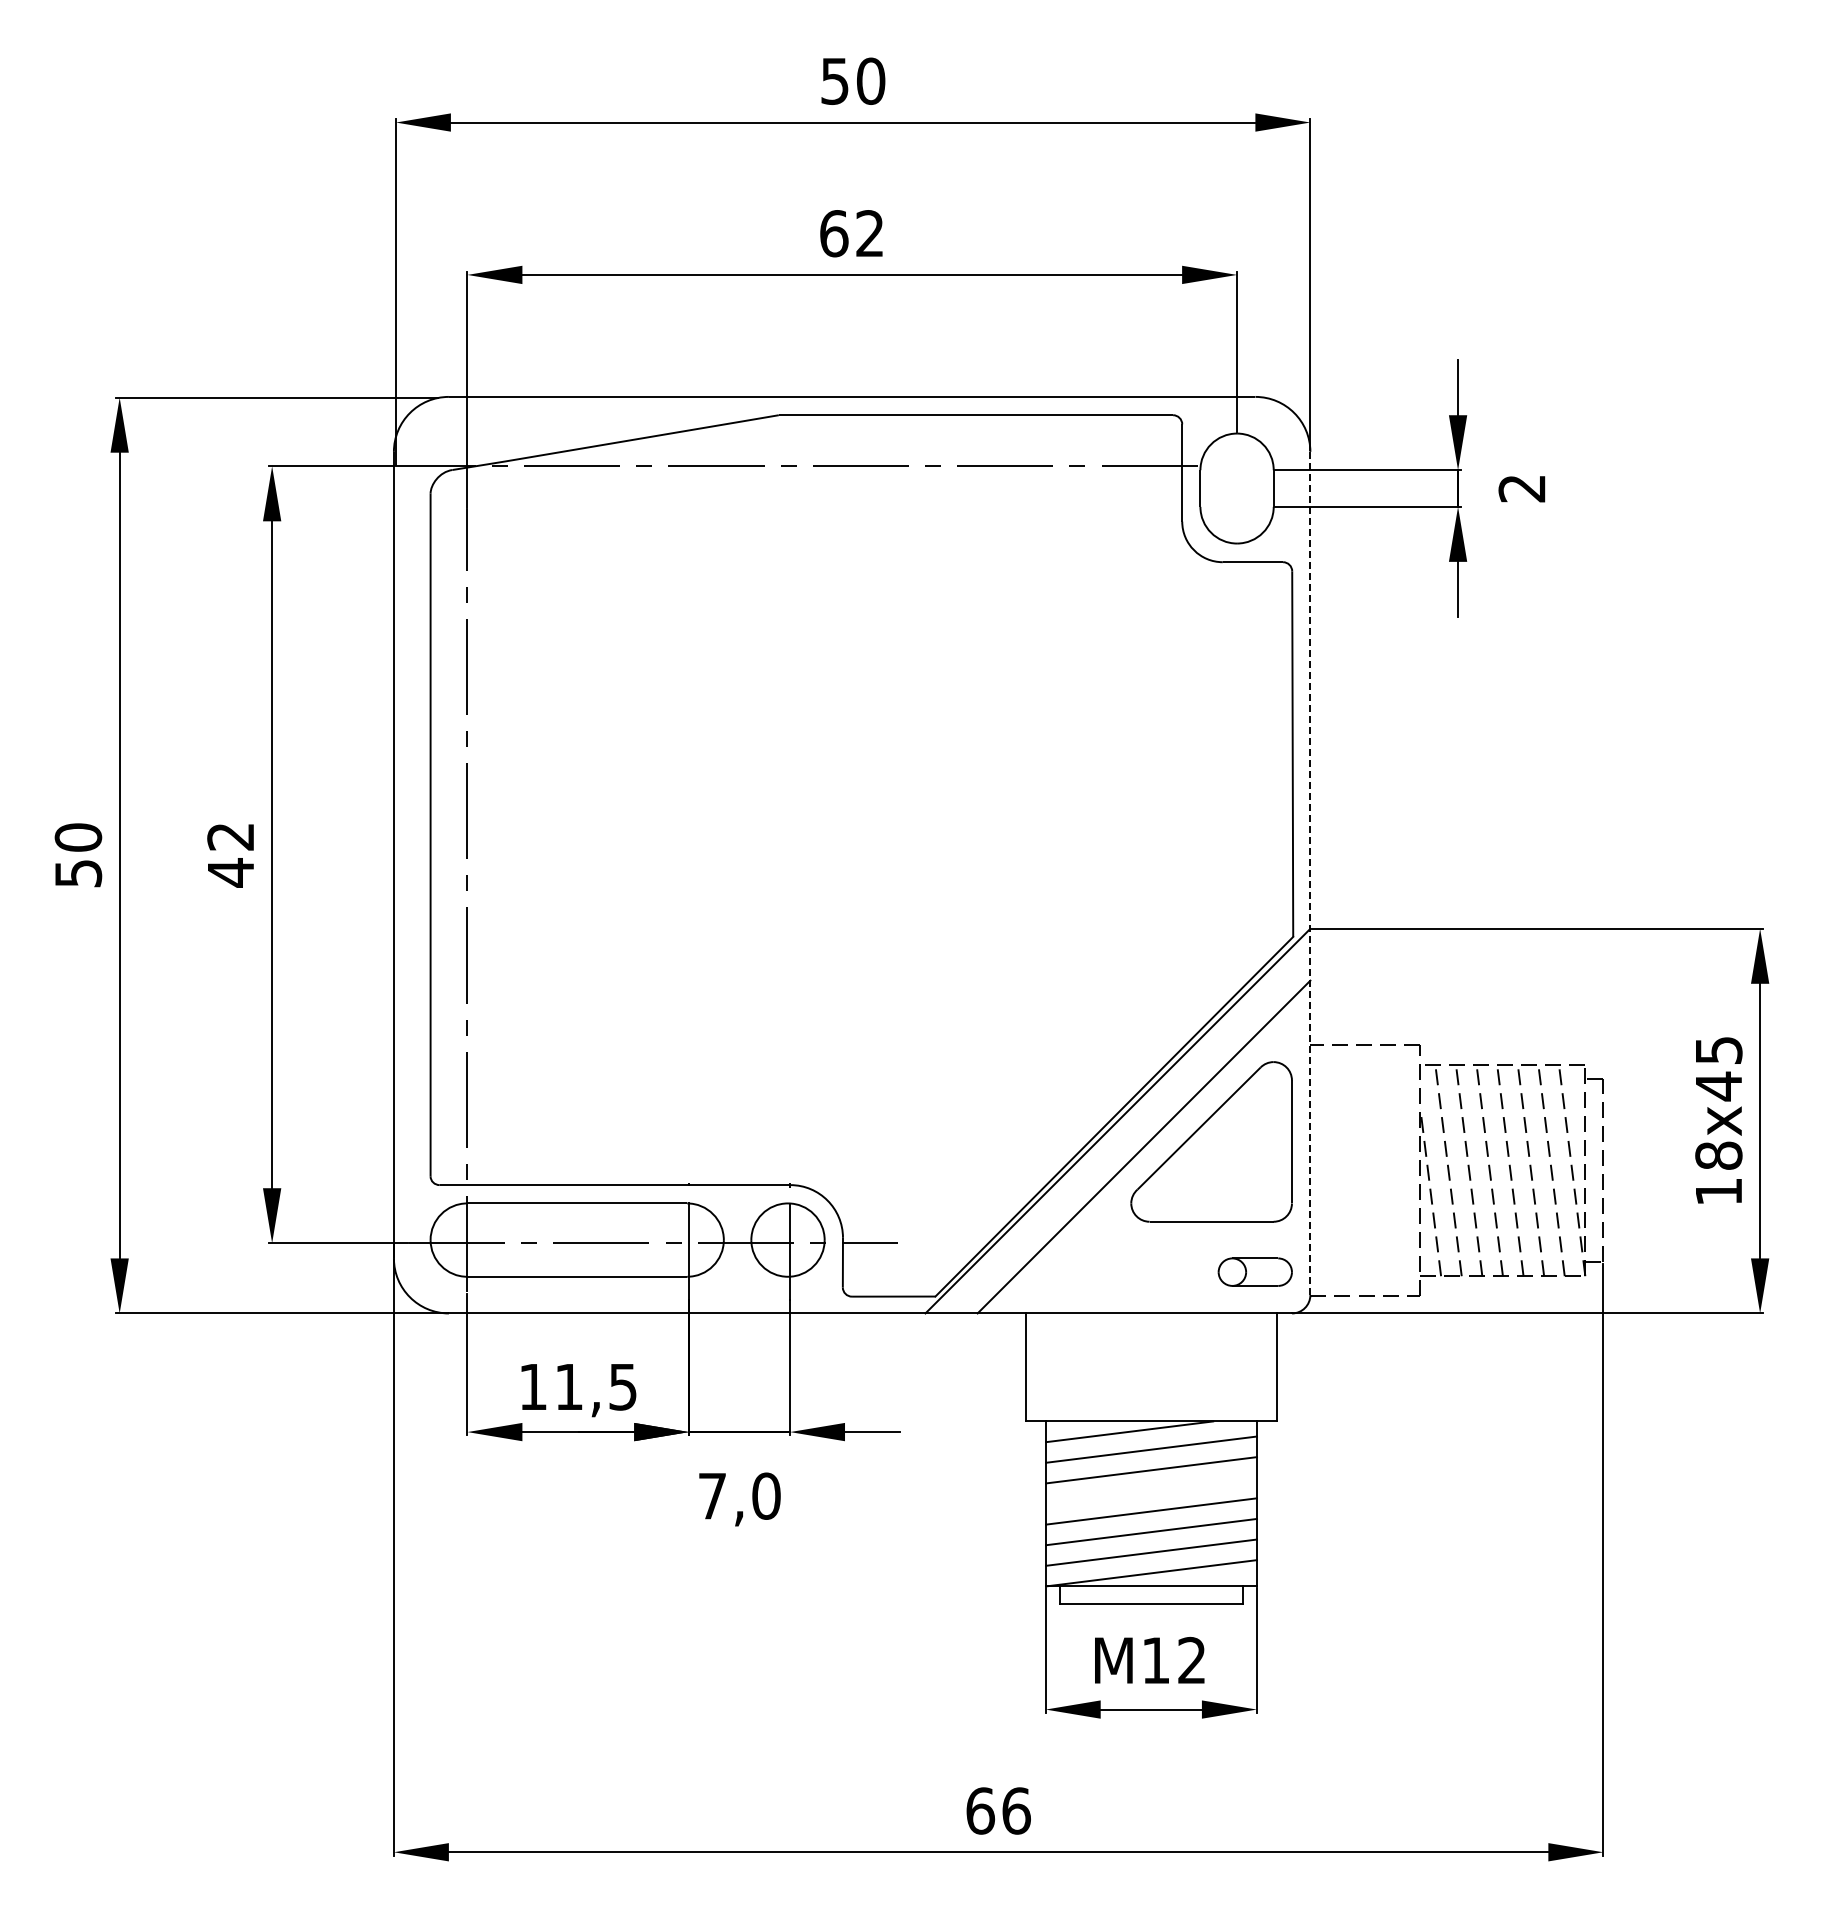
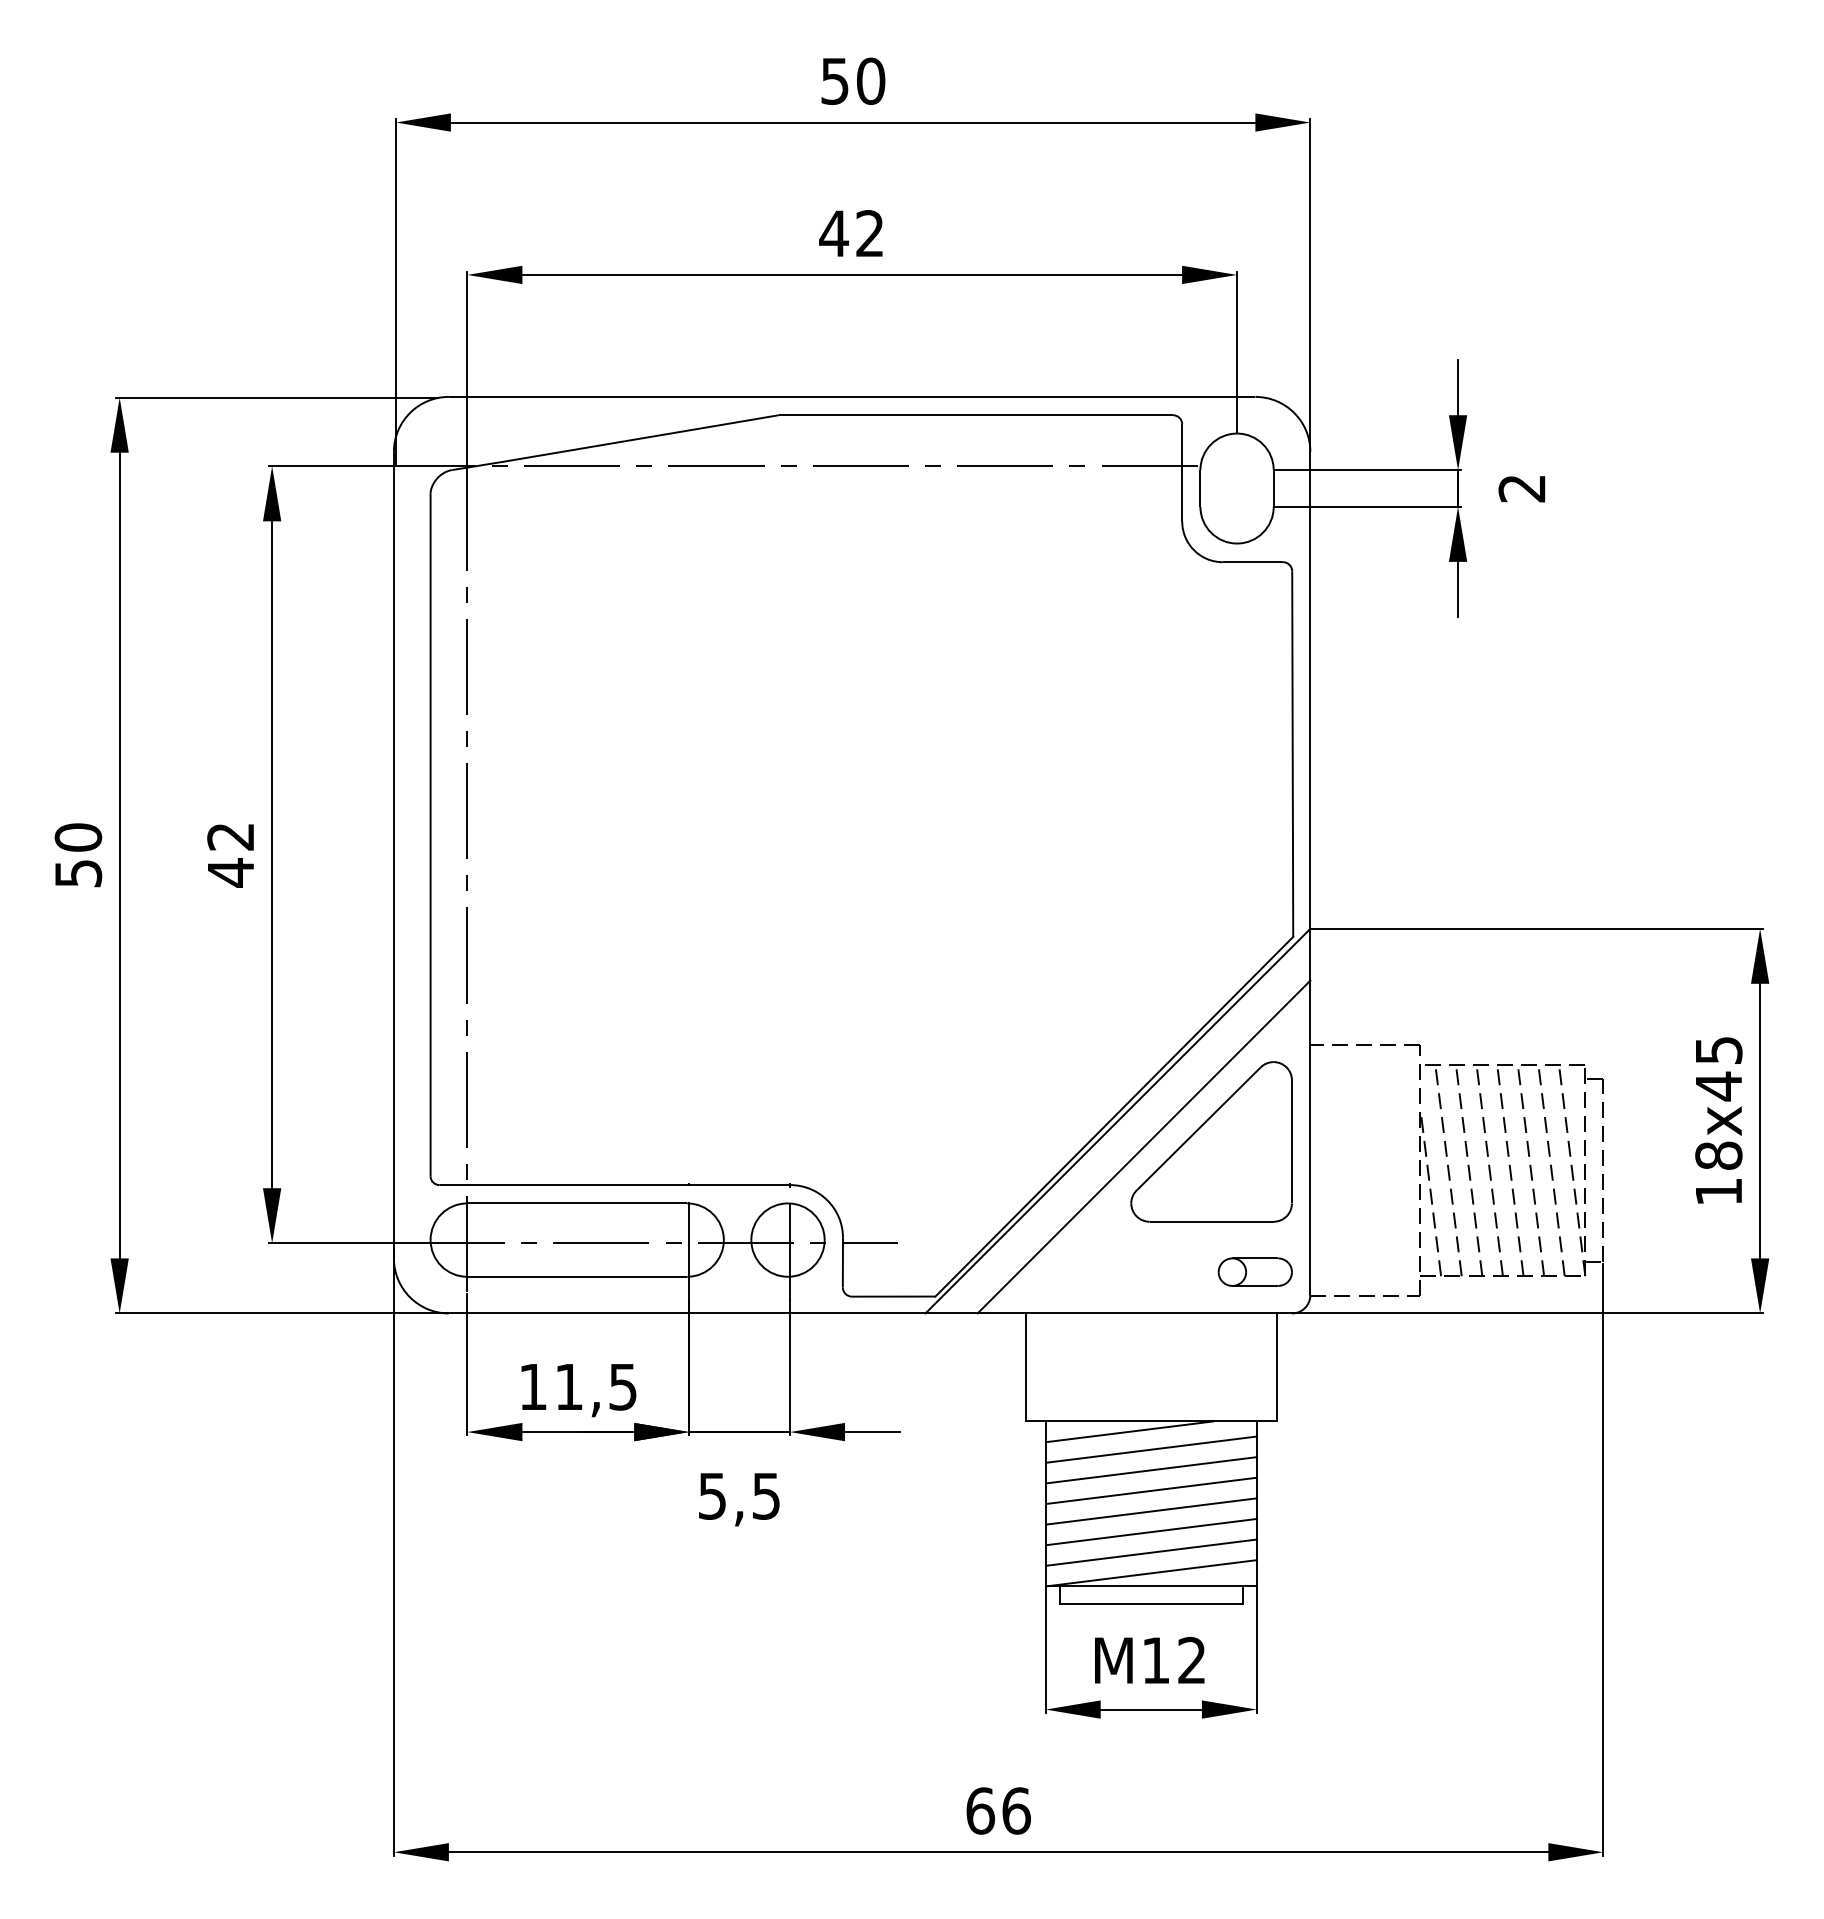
text at (833, 233): 62 -> 42
line at (1310, 873): dashed -> solid
line at (1151, 1490): none -> present
text at (739, 1495): 7,0 -> 5,5
